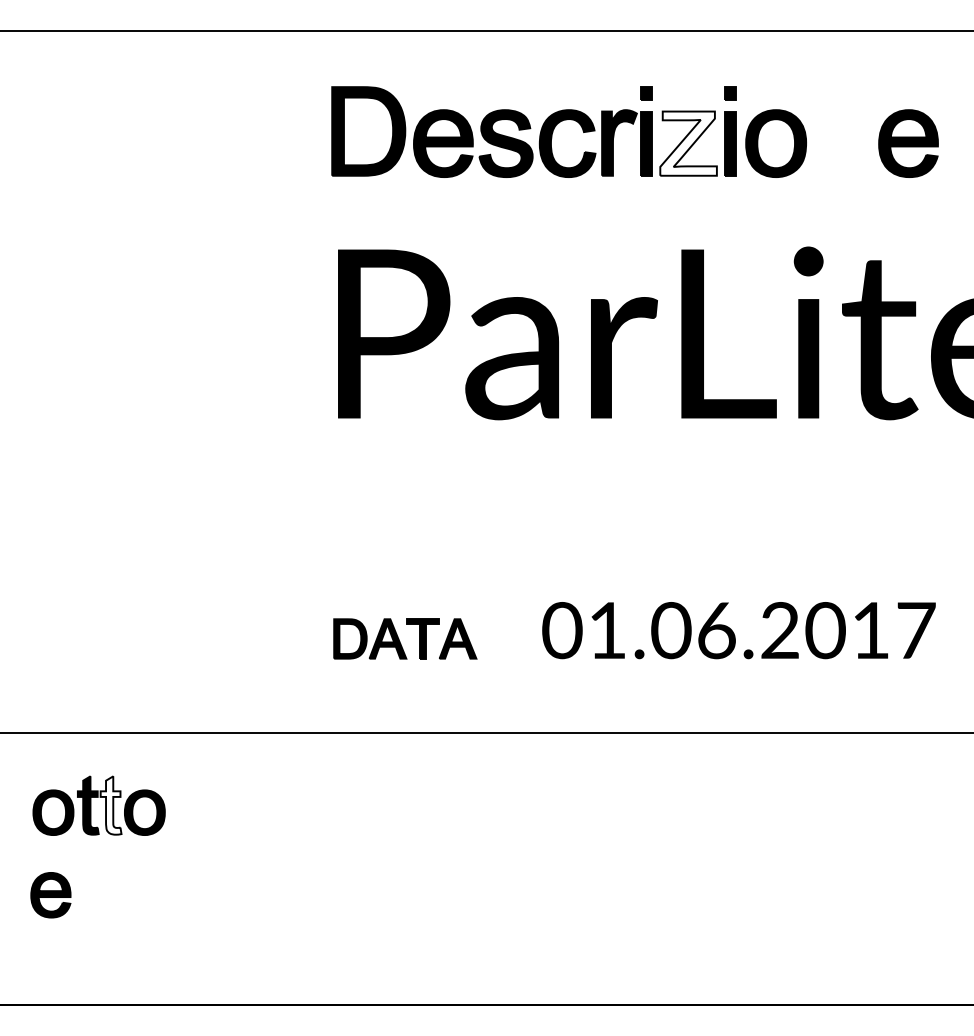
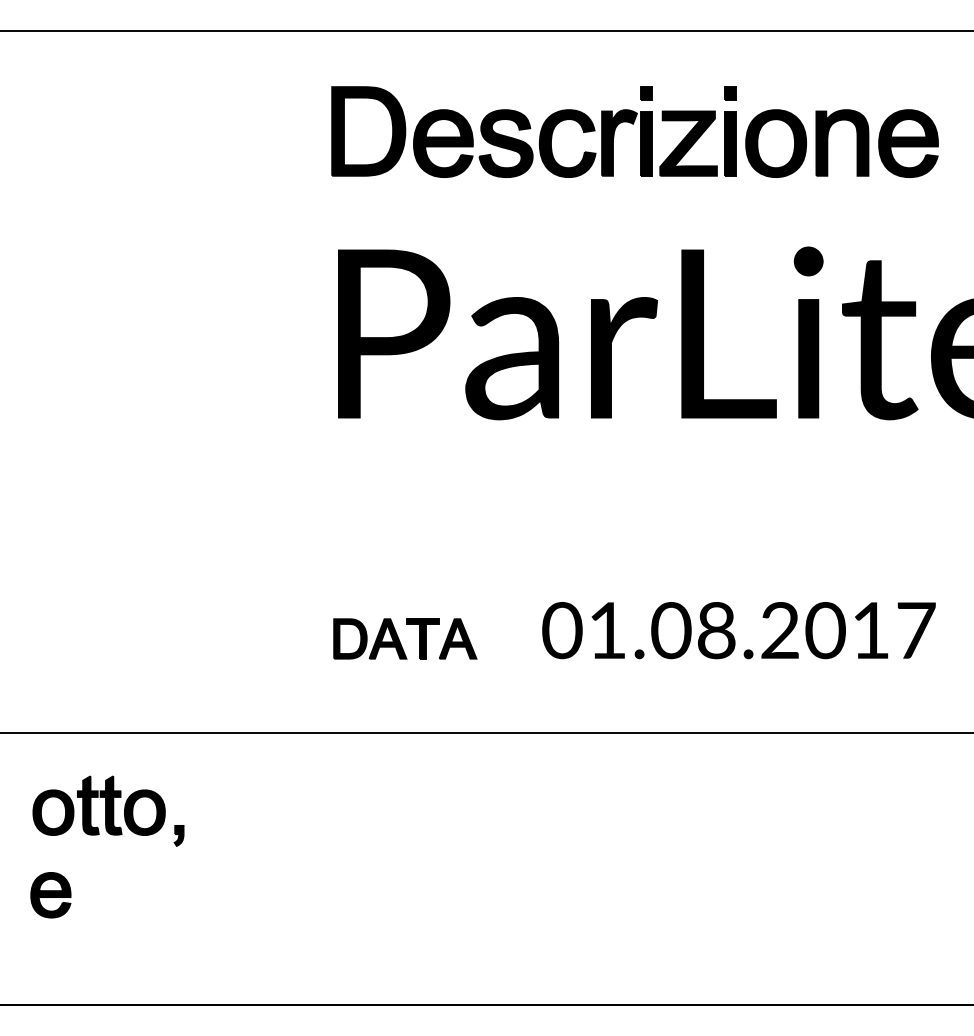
part at (828, 142): none -> present
fill at (688, 143): none -> present
text at (716, 630): 01.06.2017 -> 01.08.2017
fill at (110, 805): none -> present
part at (178, 835): none -> present
